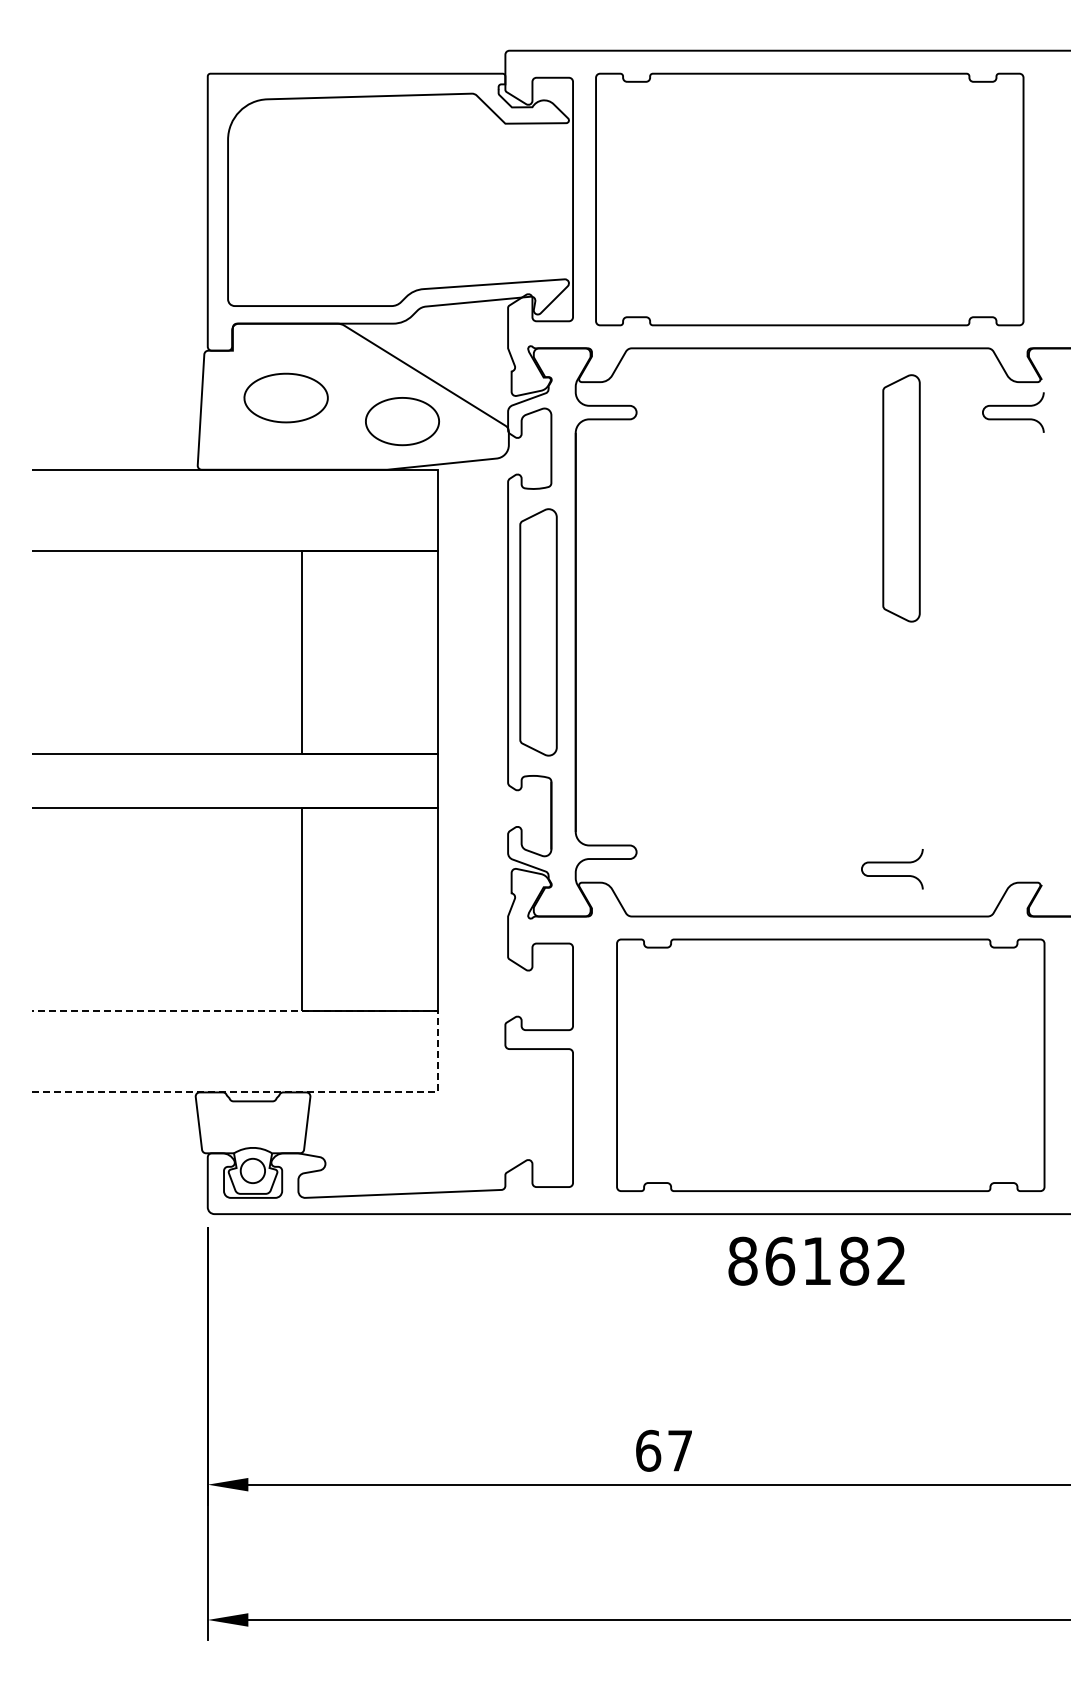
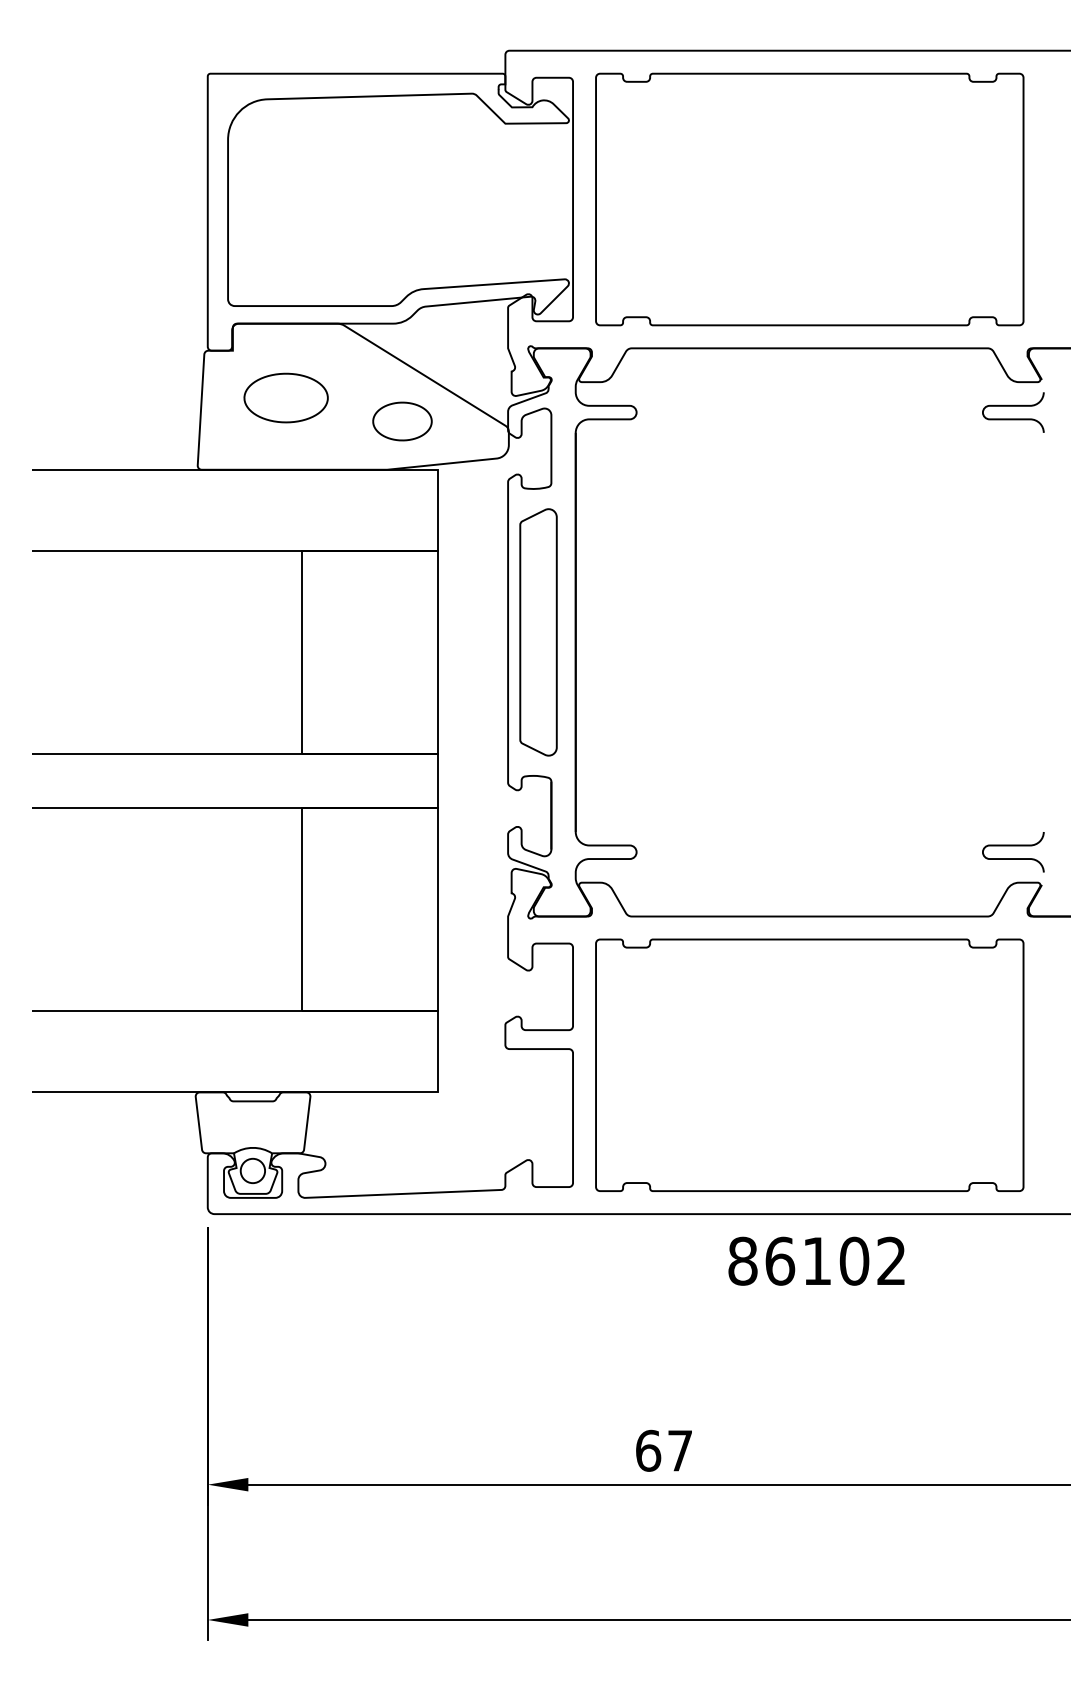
part at (402, 421) size: 75x50 px -> 61x41 px
part at (901, 498): present -> none
curve at (892, 863) position: (892, 863) -> (1013, 846)
line at (437, 1051): dashed -> solid
part at (830, 1064) position: (830, 1064) -> (809, 1064)
text at (854, 1261): 86182 -> 86102
